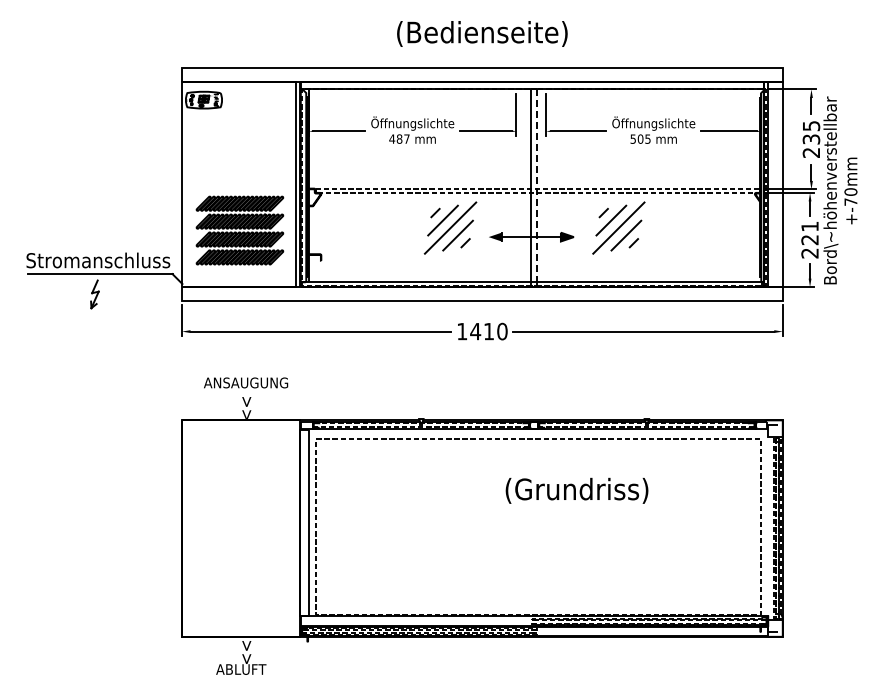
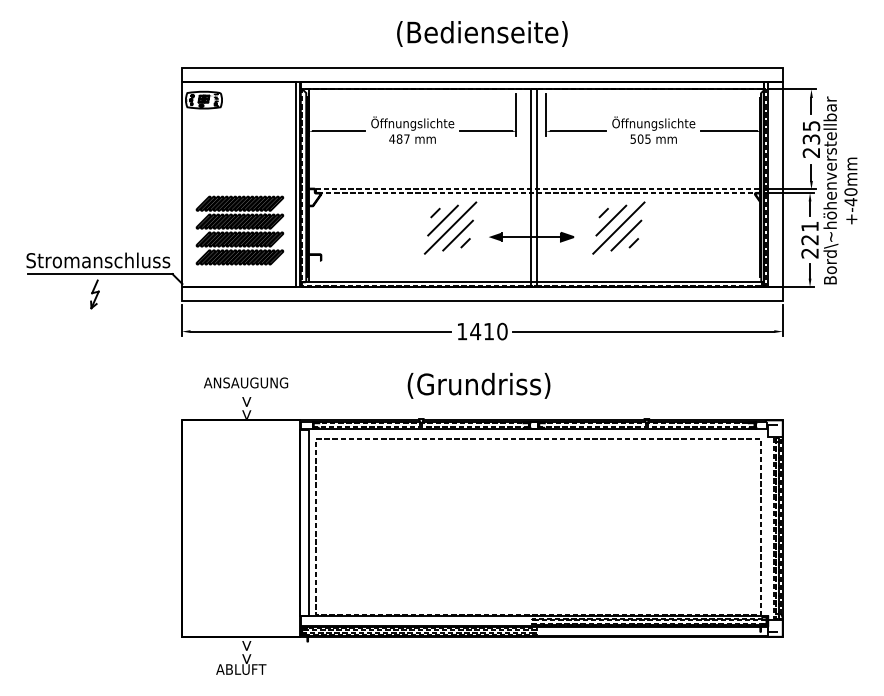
line at (536, 186): dashed -> solid
text at (850, 202): +-70mm -> +-40mm
text at (576, 490) position: (576, 490) -> (478, 385)
